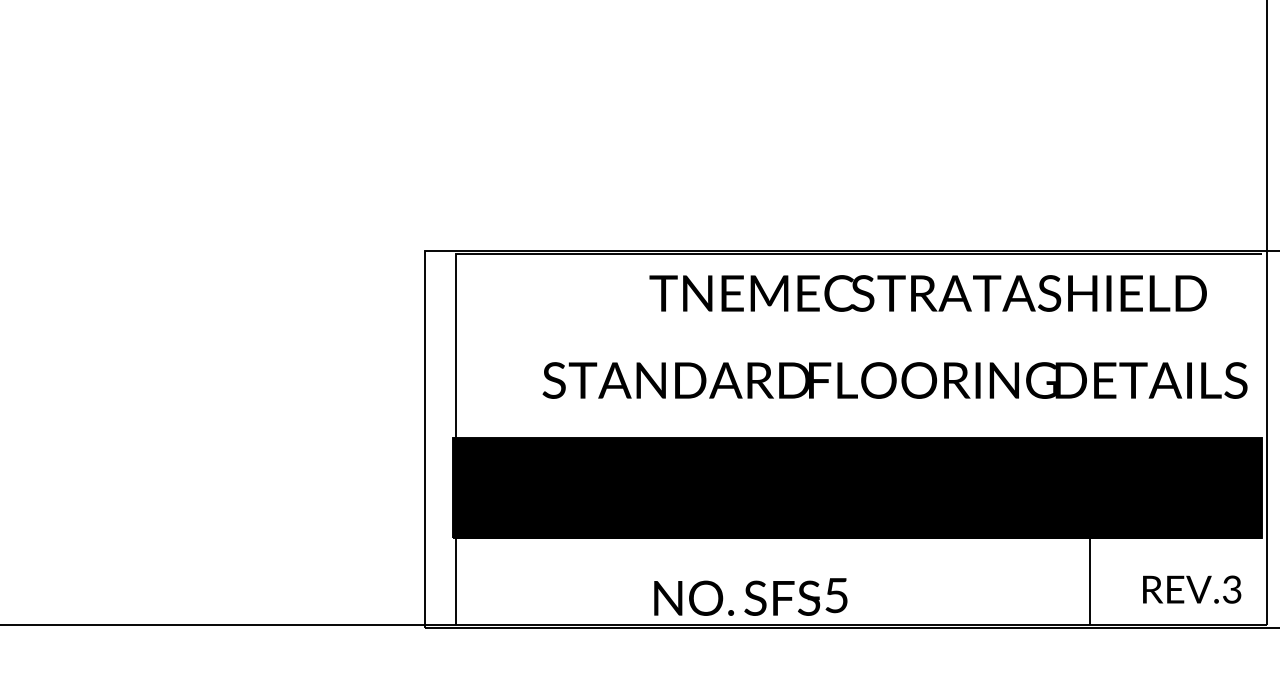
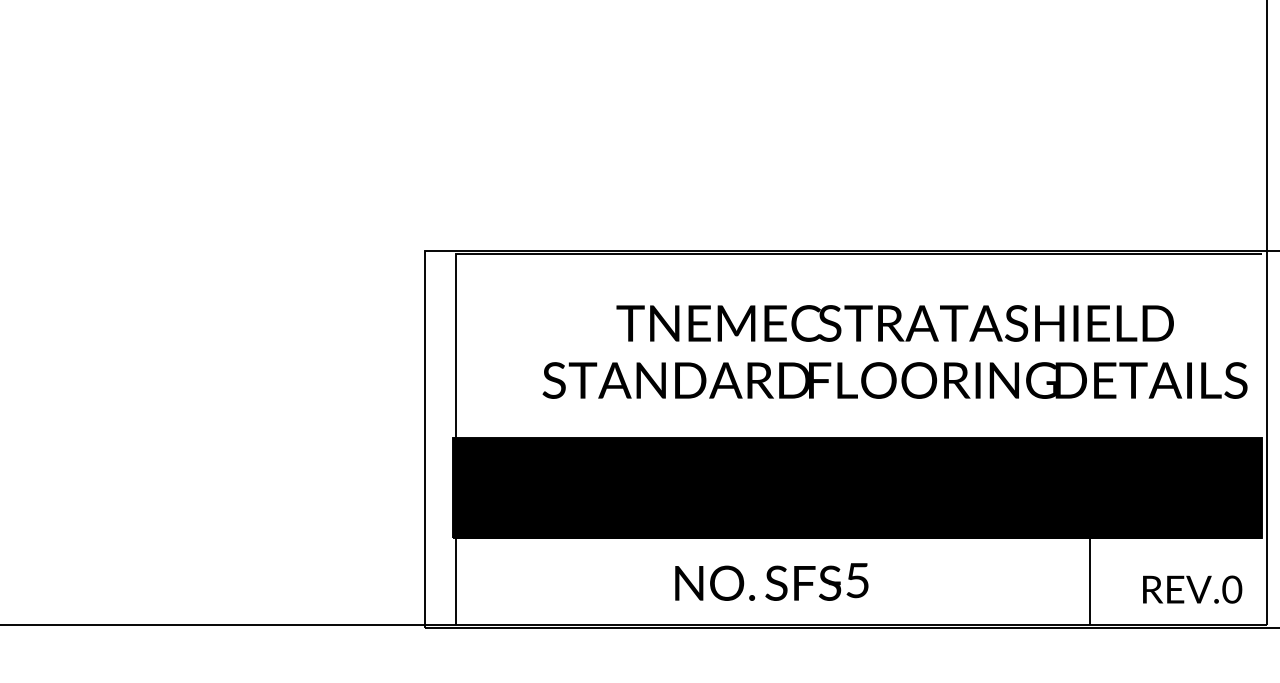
text at (927, 293) position: (927, 293) -> (894, 323)
text at (1232, 589): REV.3 -> REV.0
text at (750, 596) position: (750, 596) -> (771, 581)
